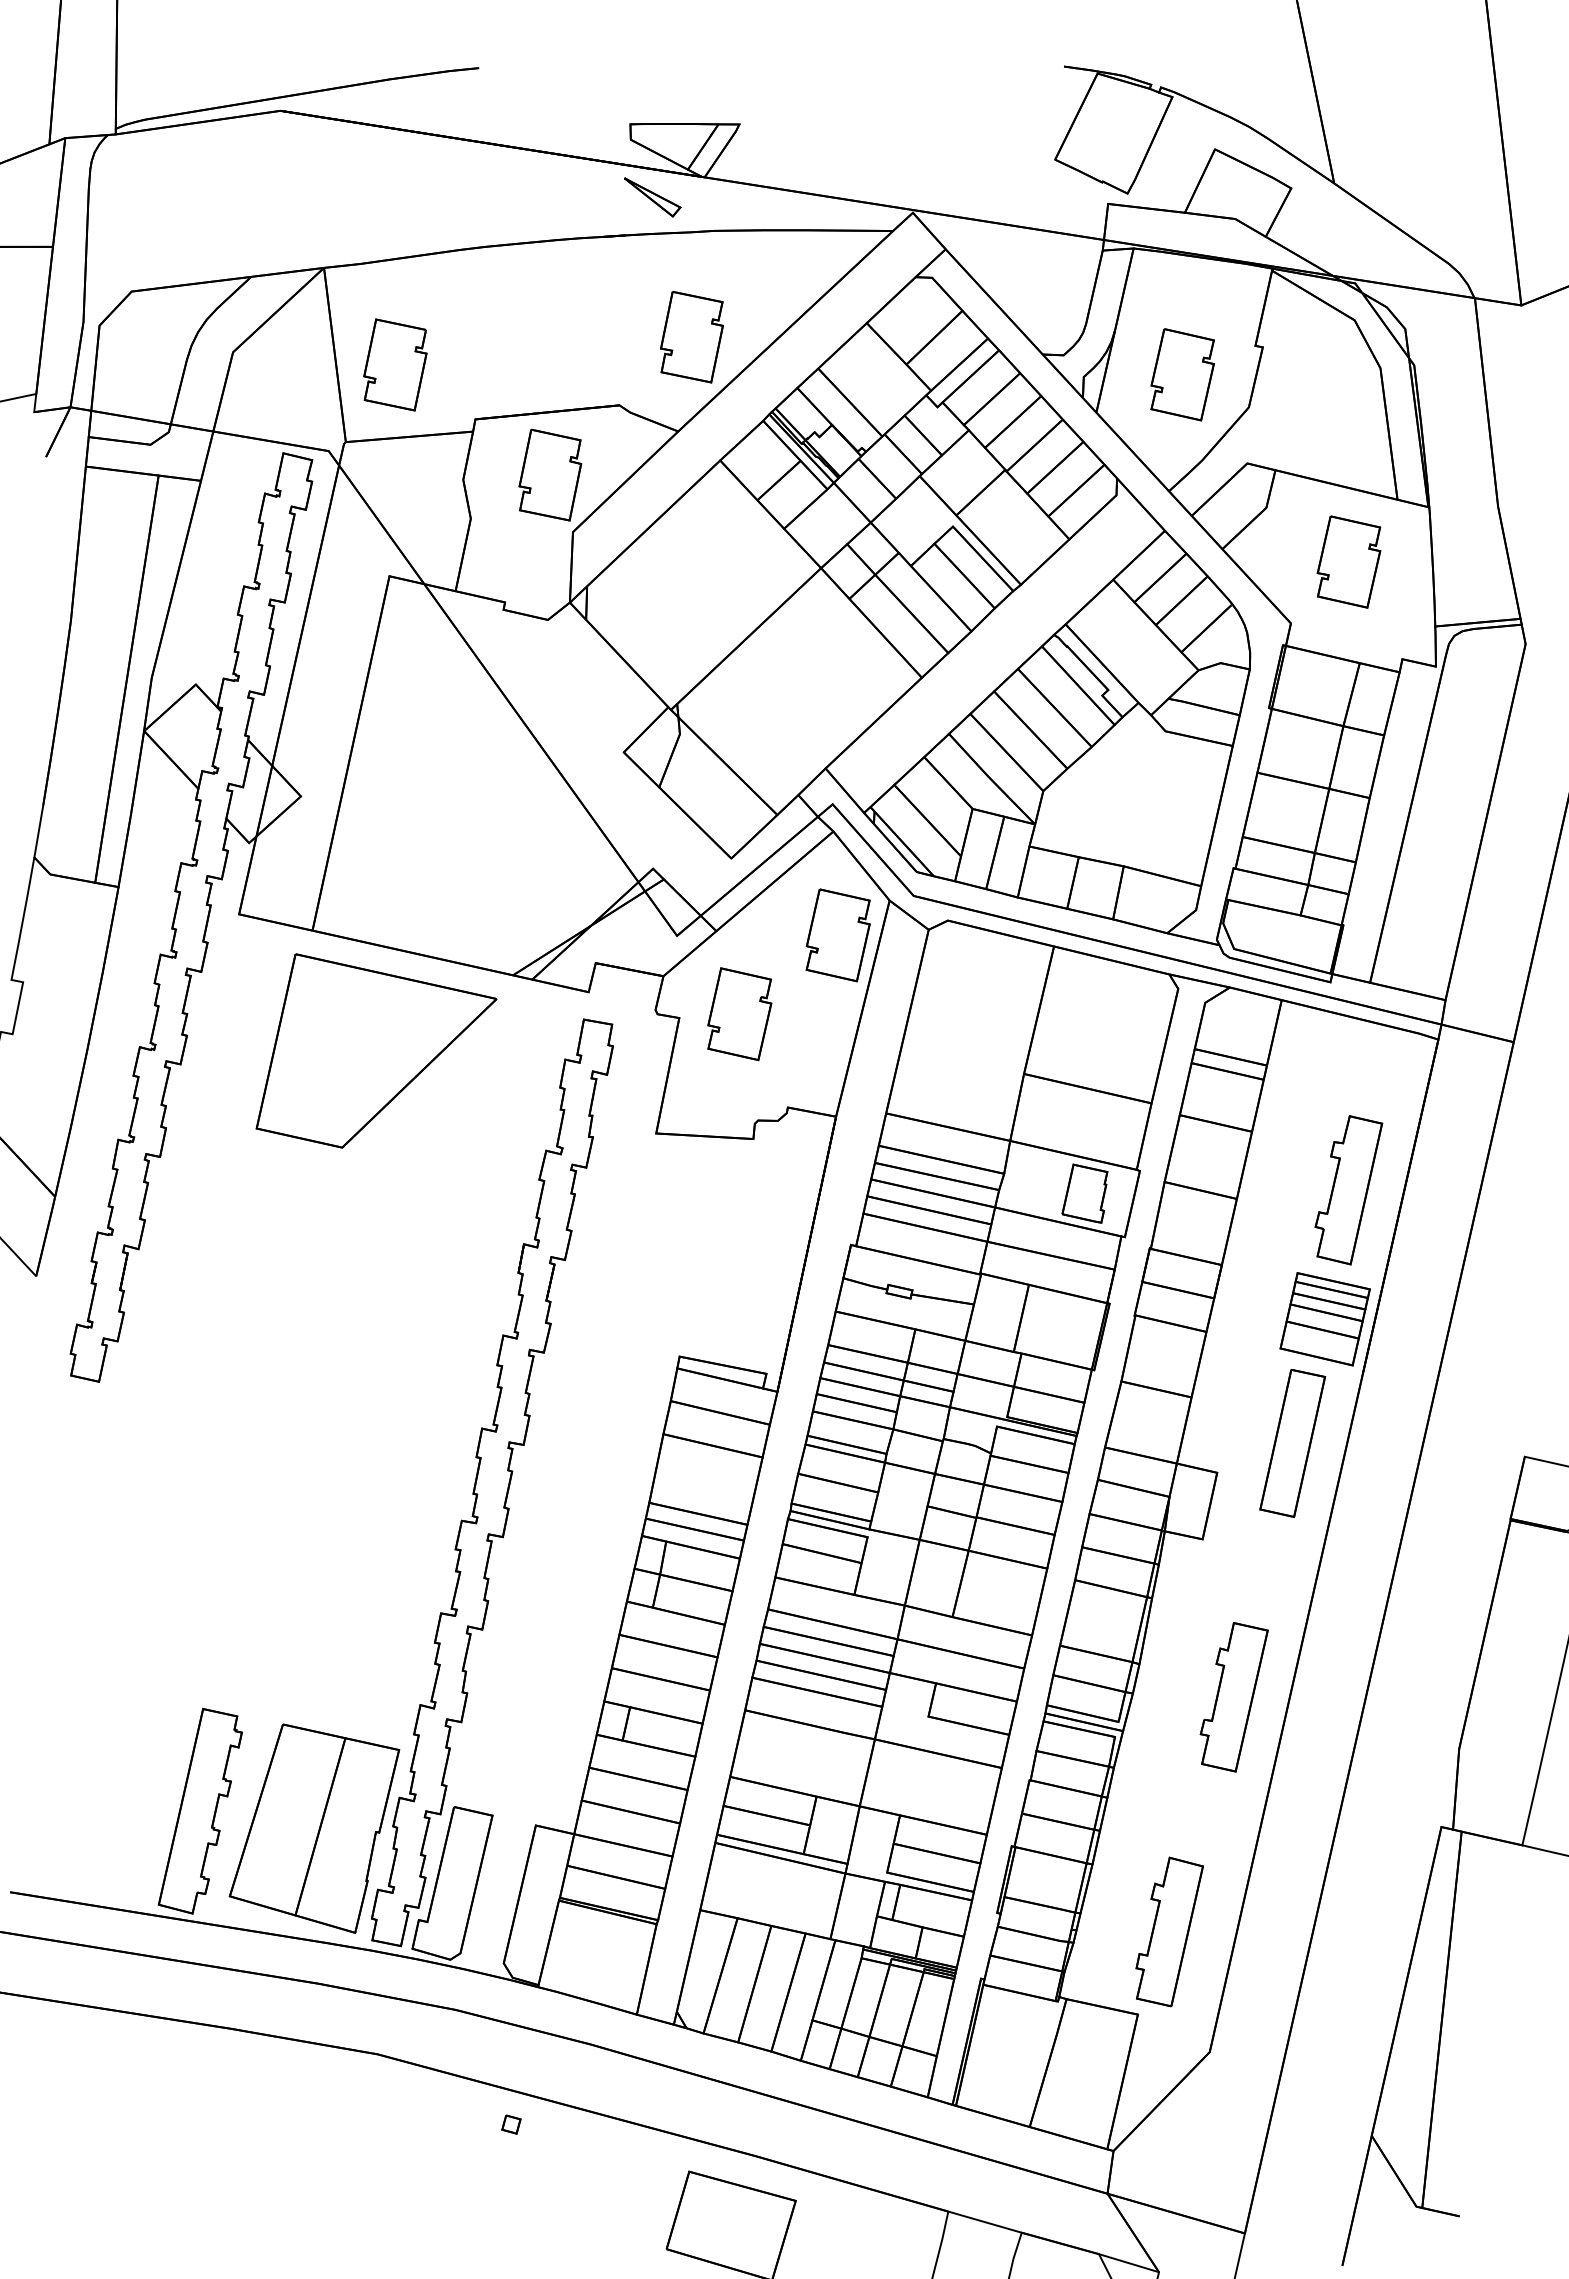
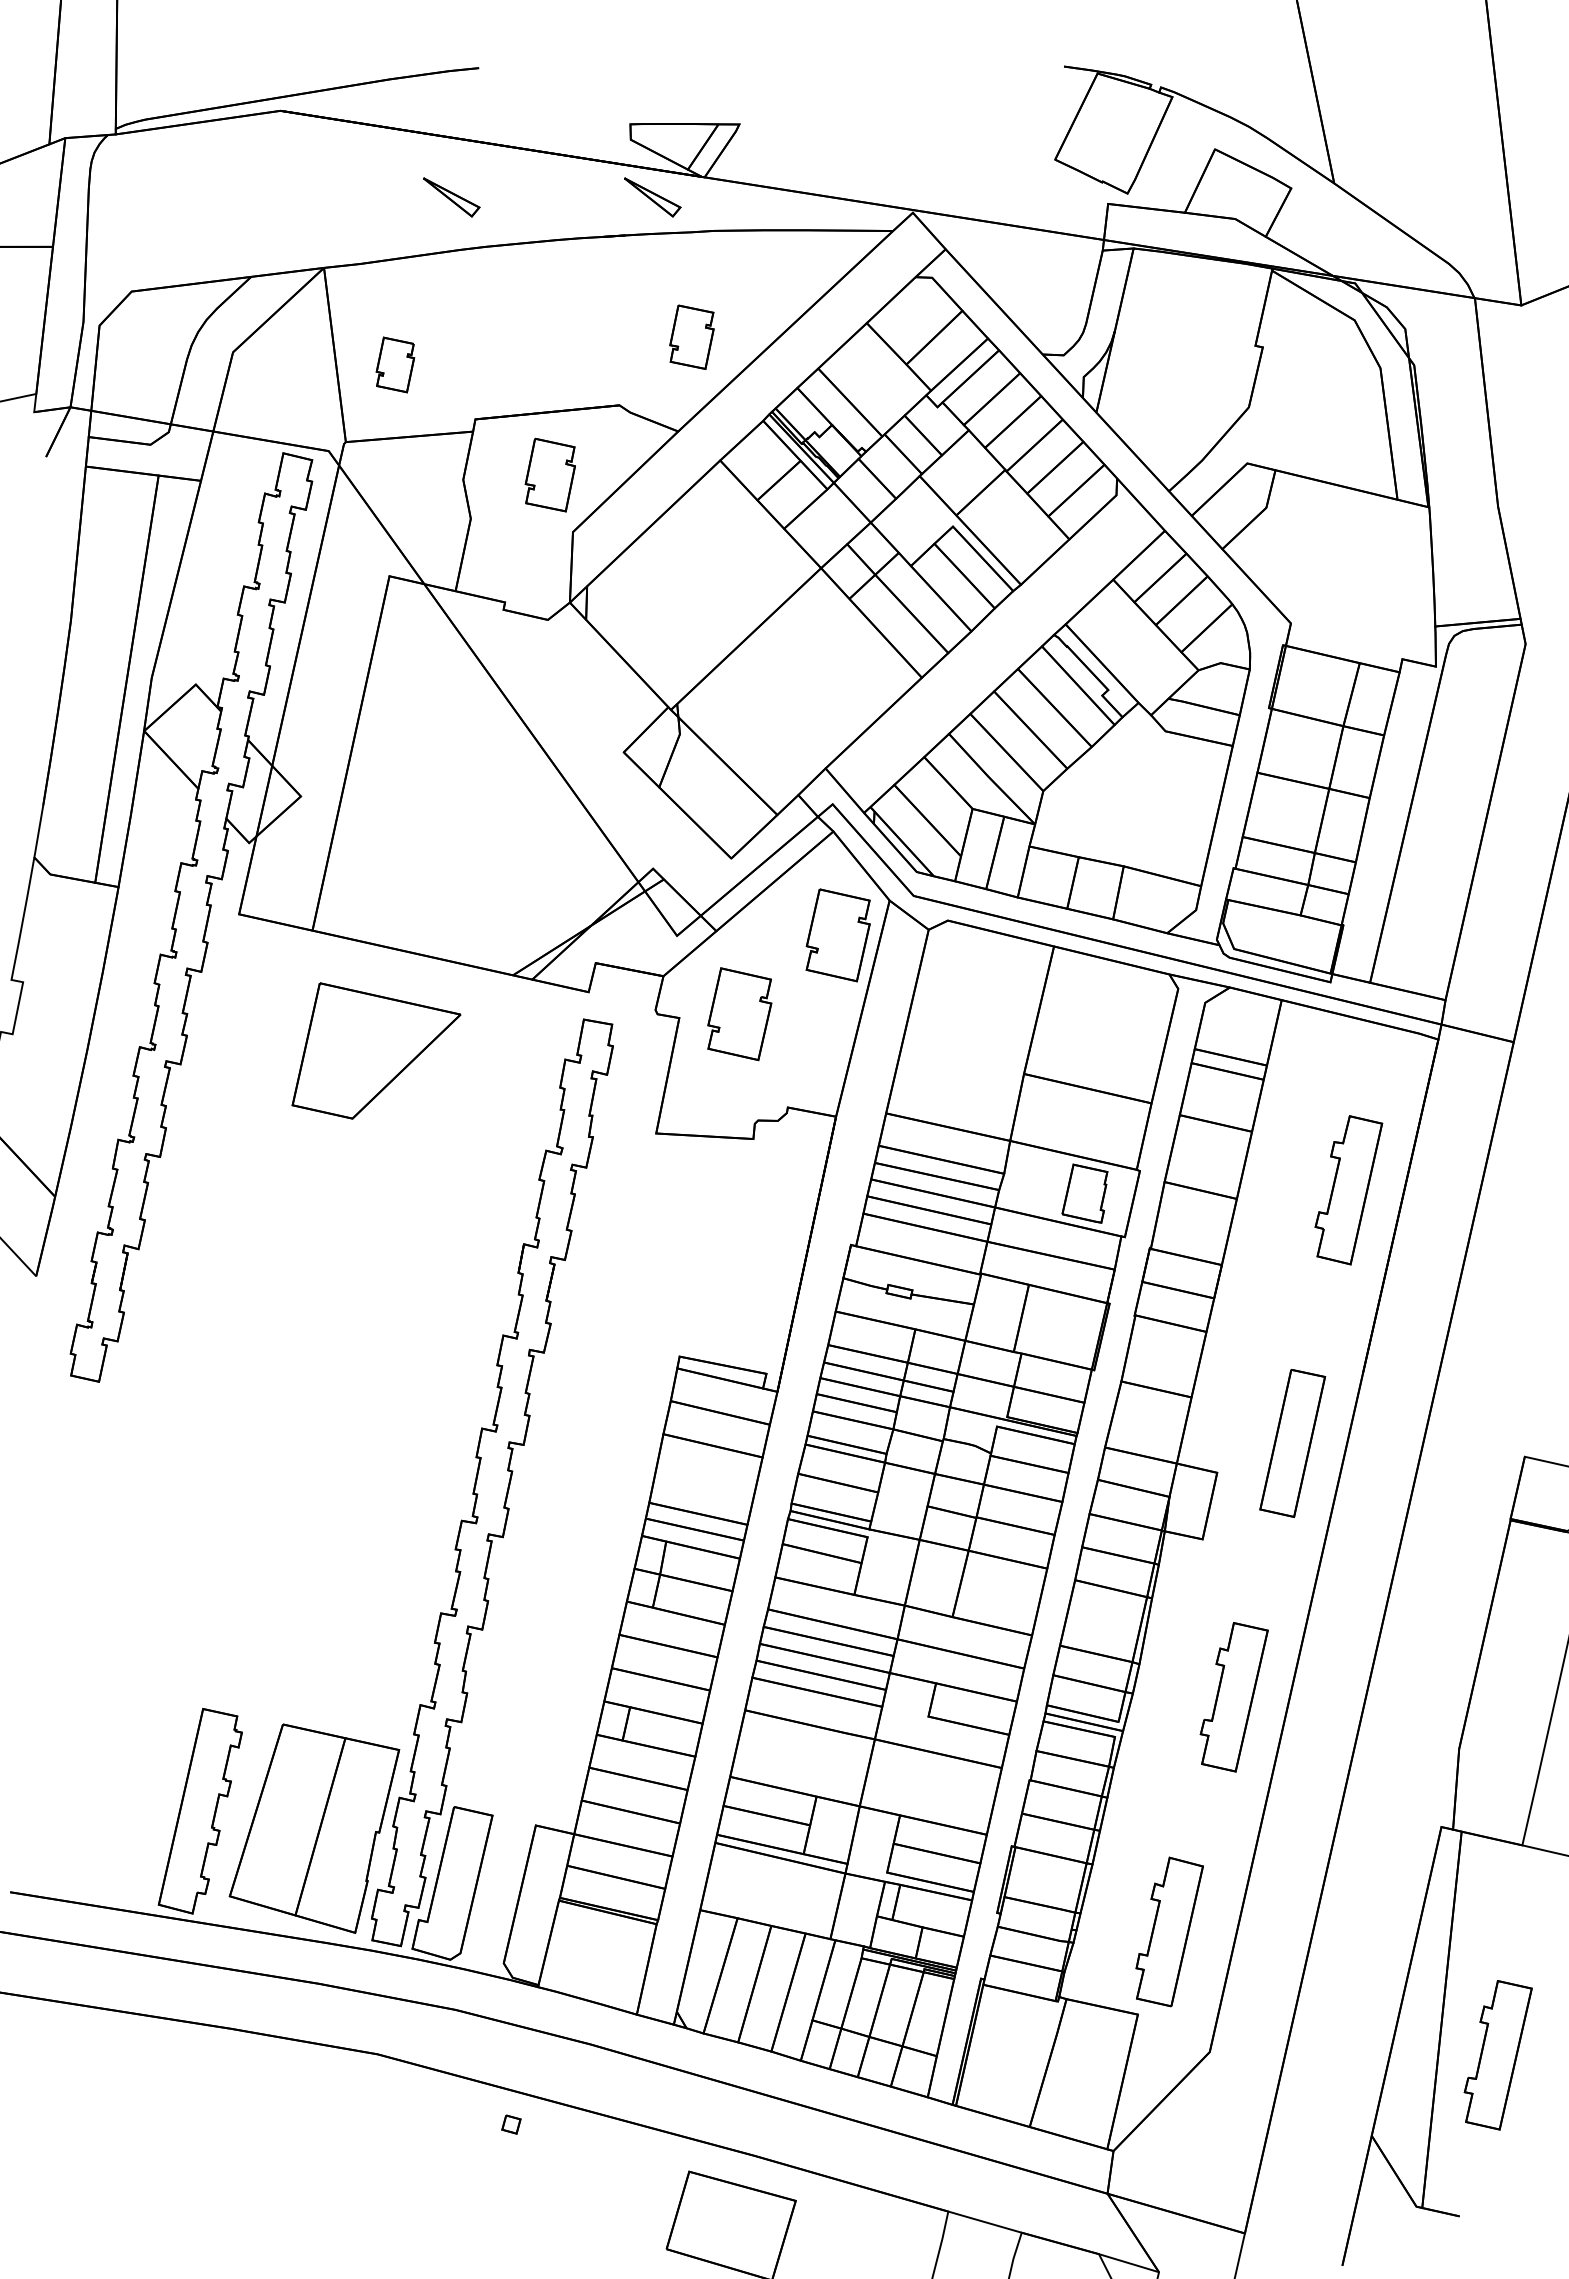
part at (451, 197): none -> present
part at (691, 337) size: 64x93 px -> 46x66 px
part at (395, 364) size: 65x94 px -> 41x58 px
part at (1182, 374): present -> none
part at (550, 474) size: 65x94 px -> 52x76 px
part at (1348, 561): present -> none
part at (376, 1050) size: 243x196 px -> 171x138 px
part at (1324, 1319): present -> none
part at (1497, 2055): none -> present
